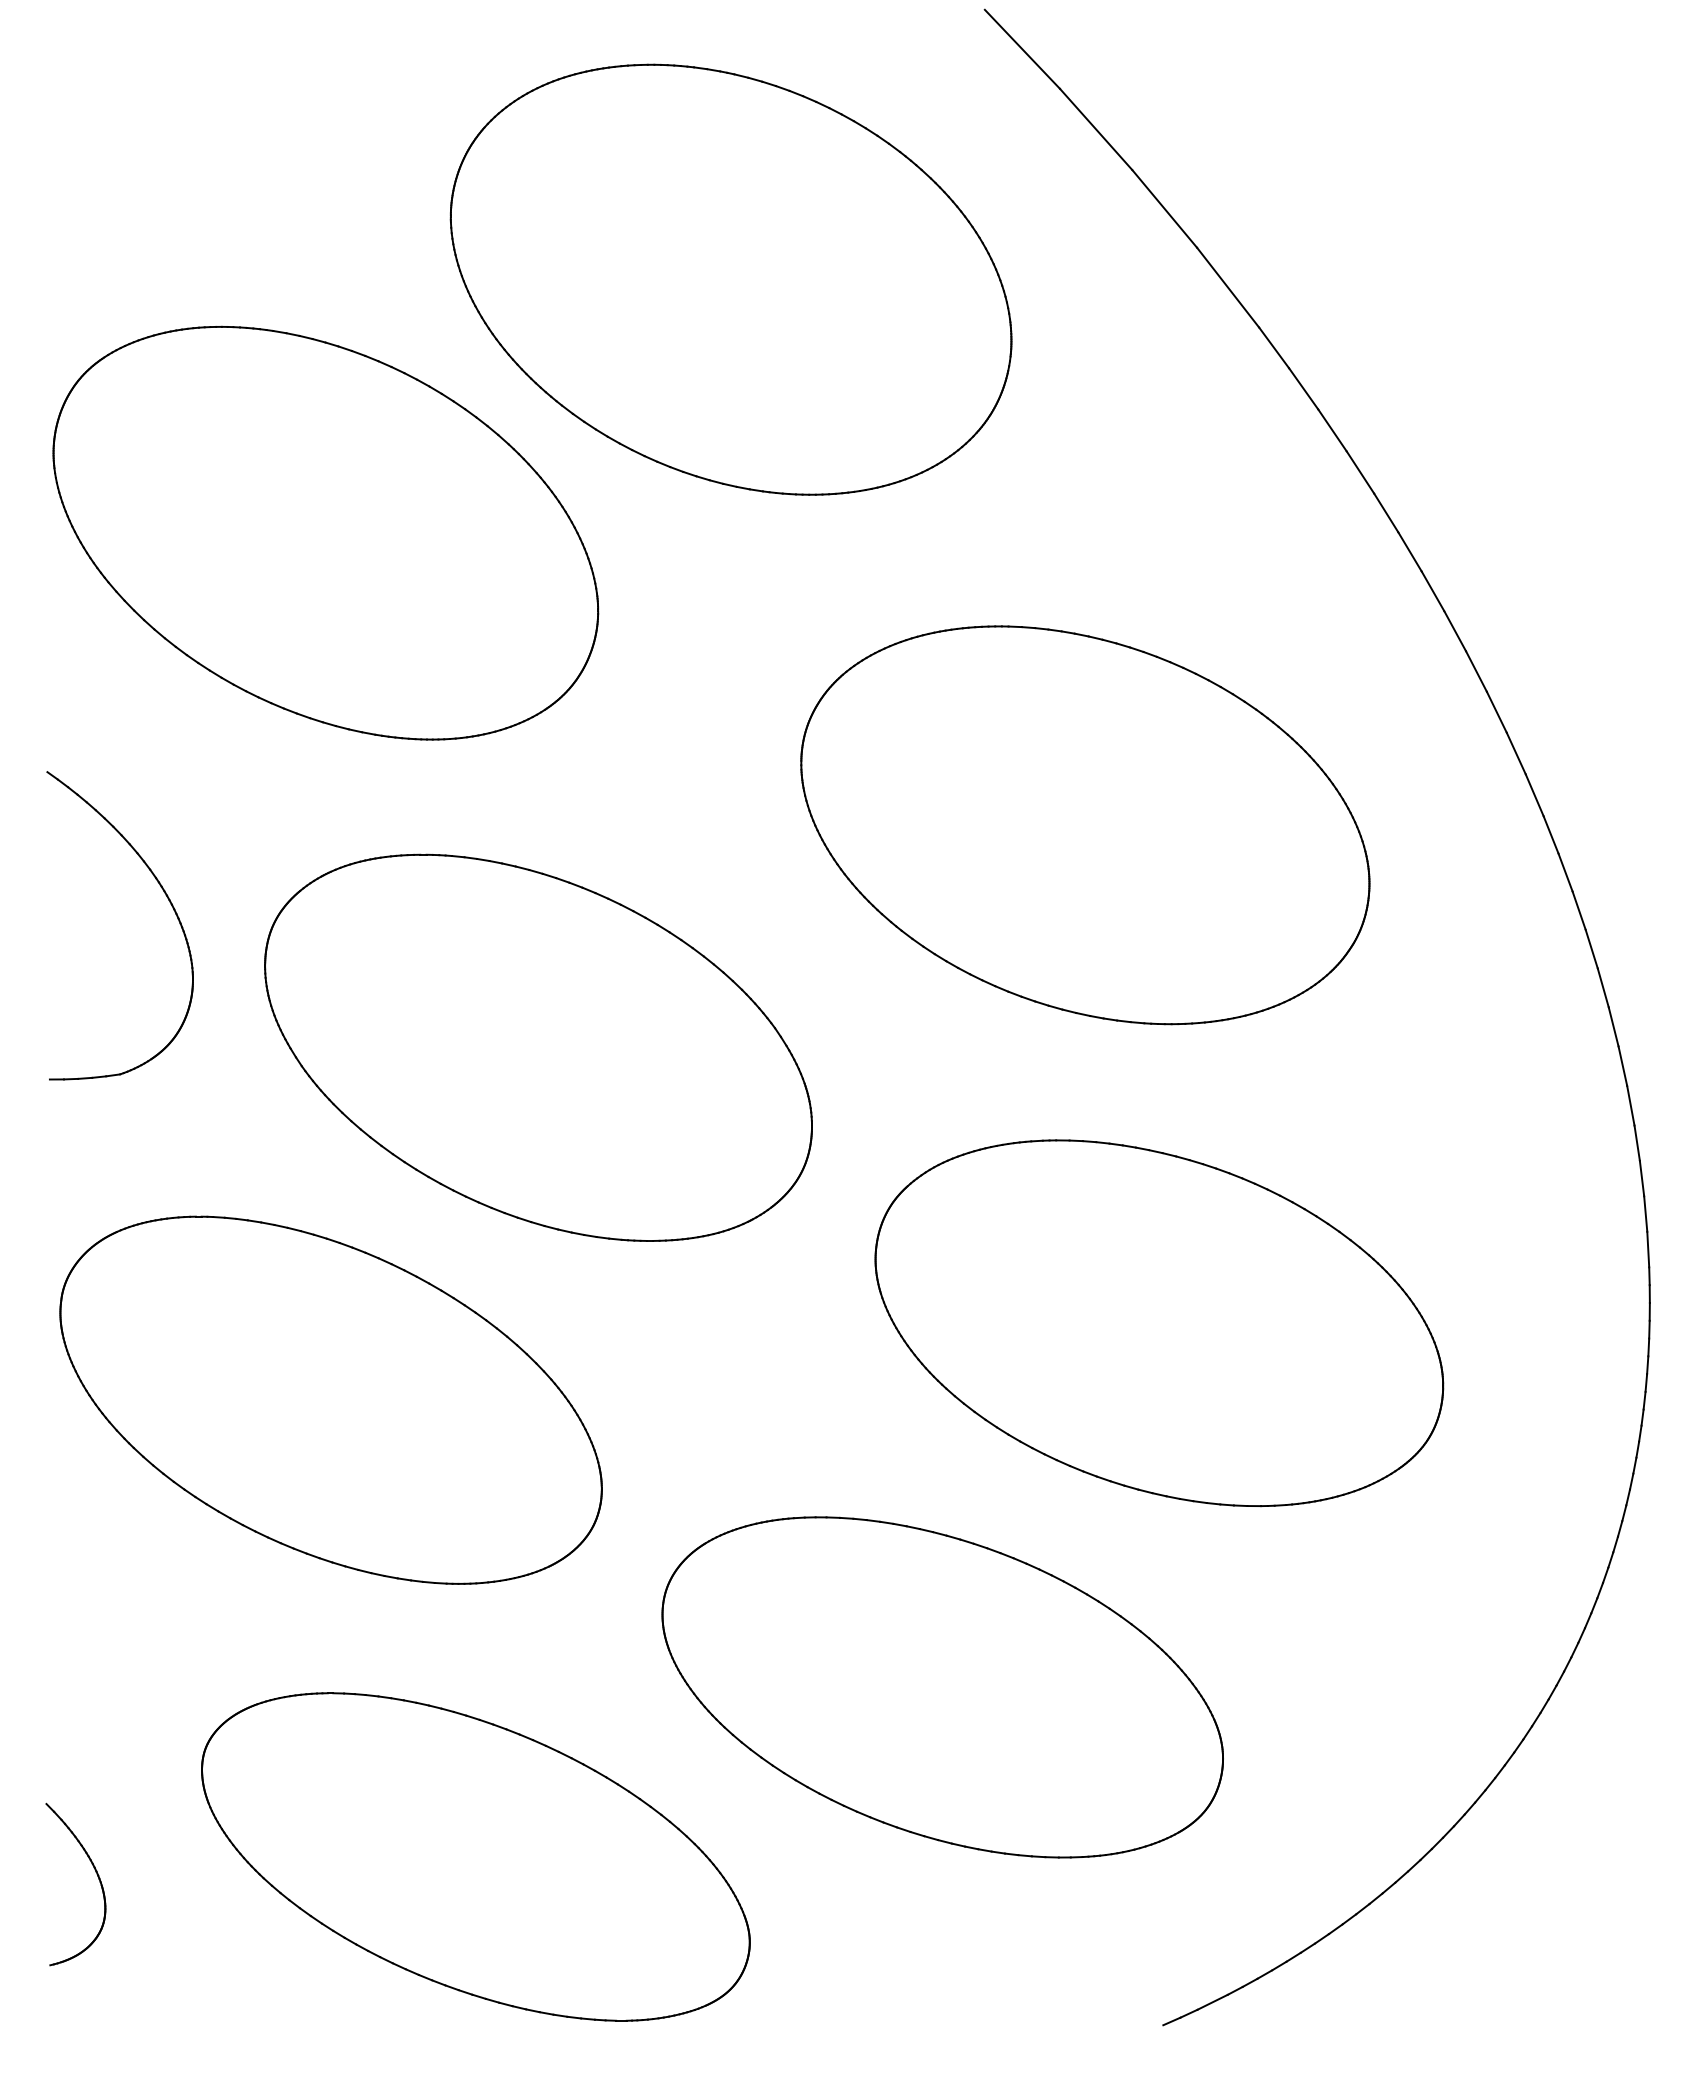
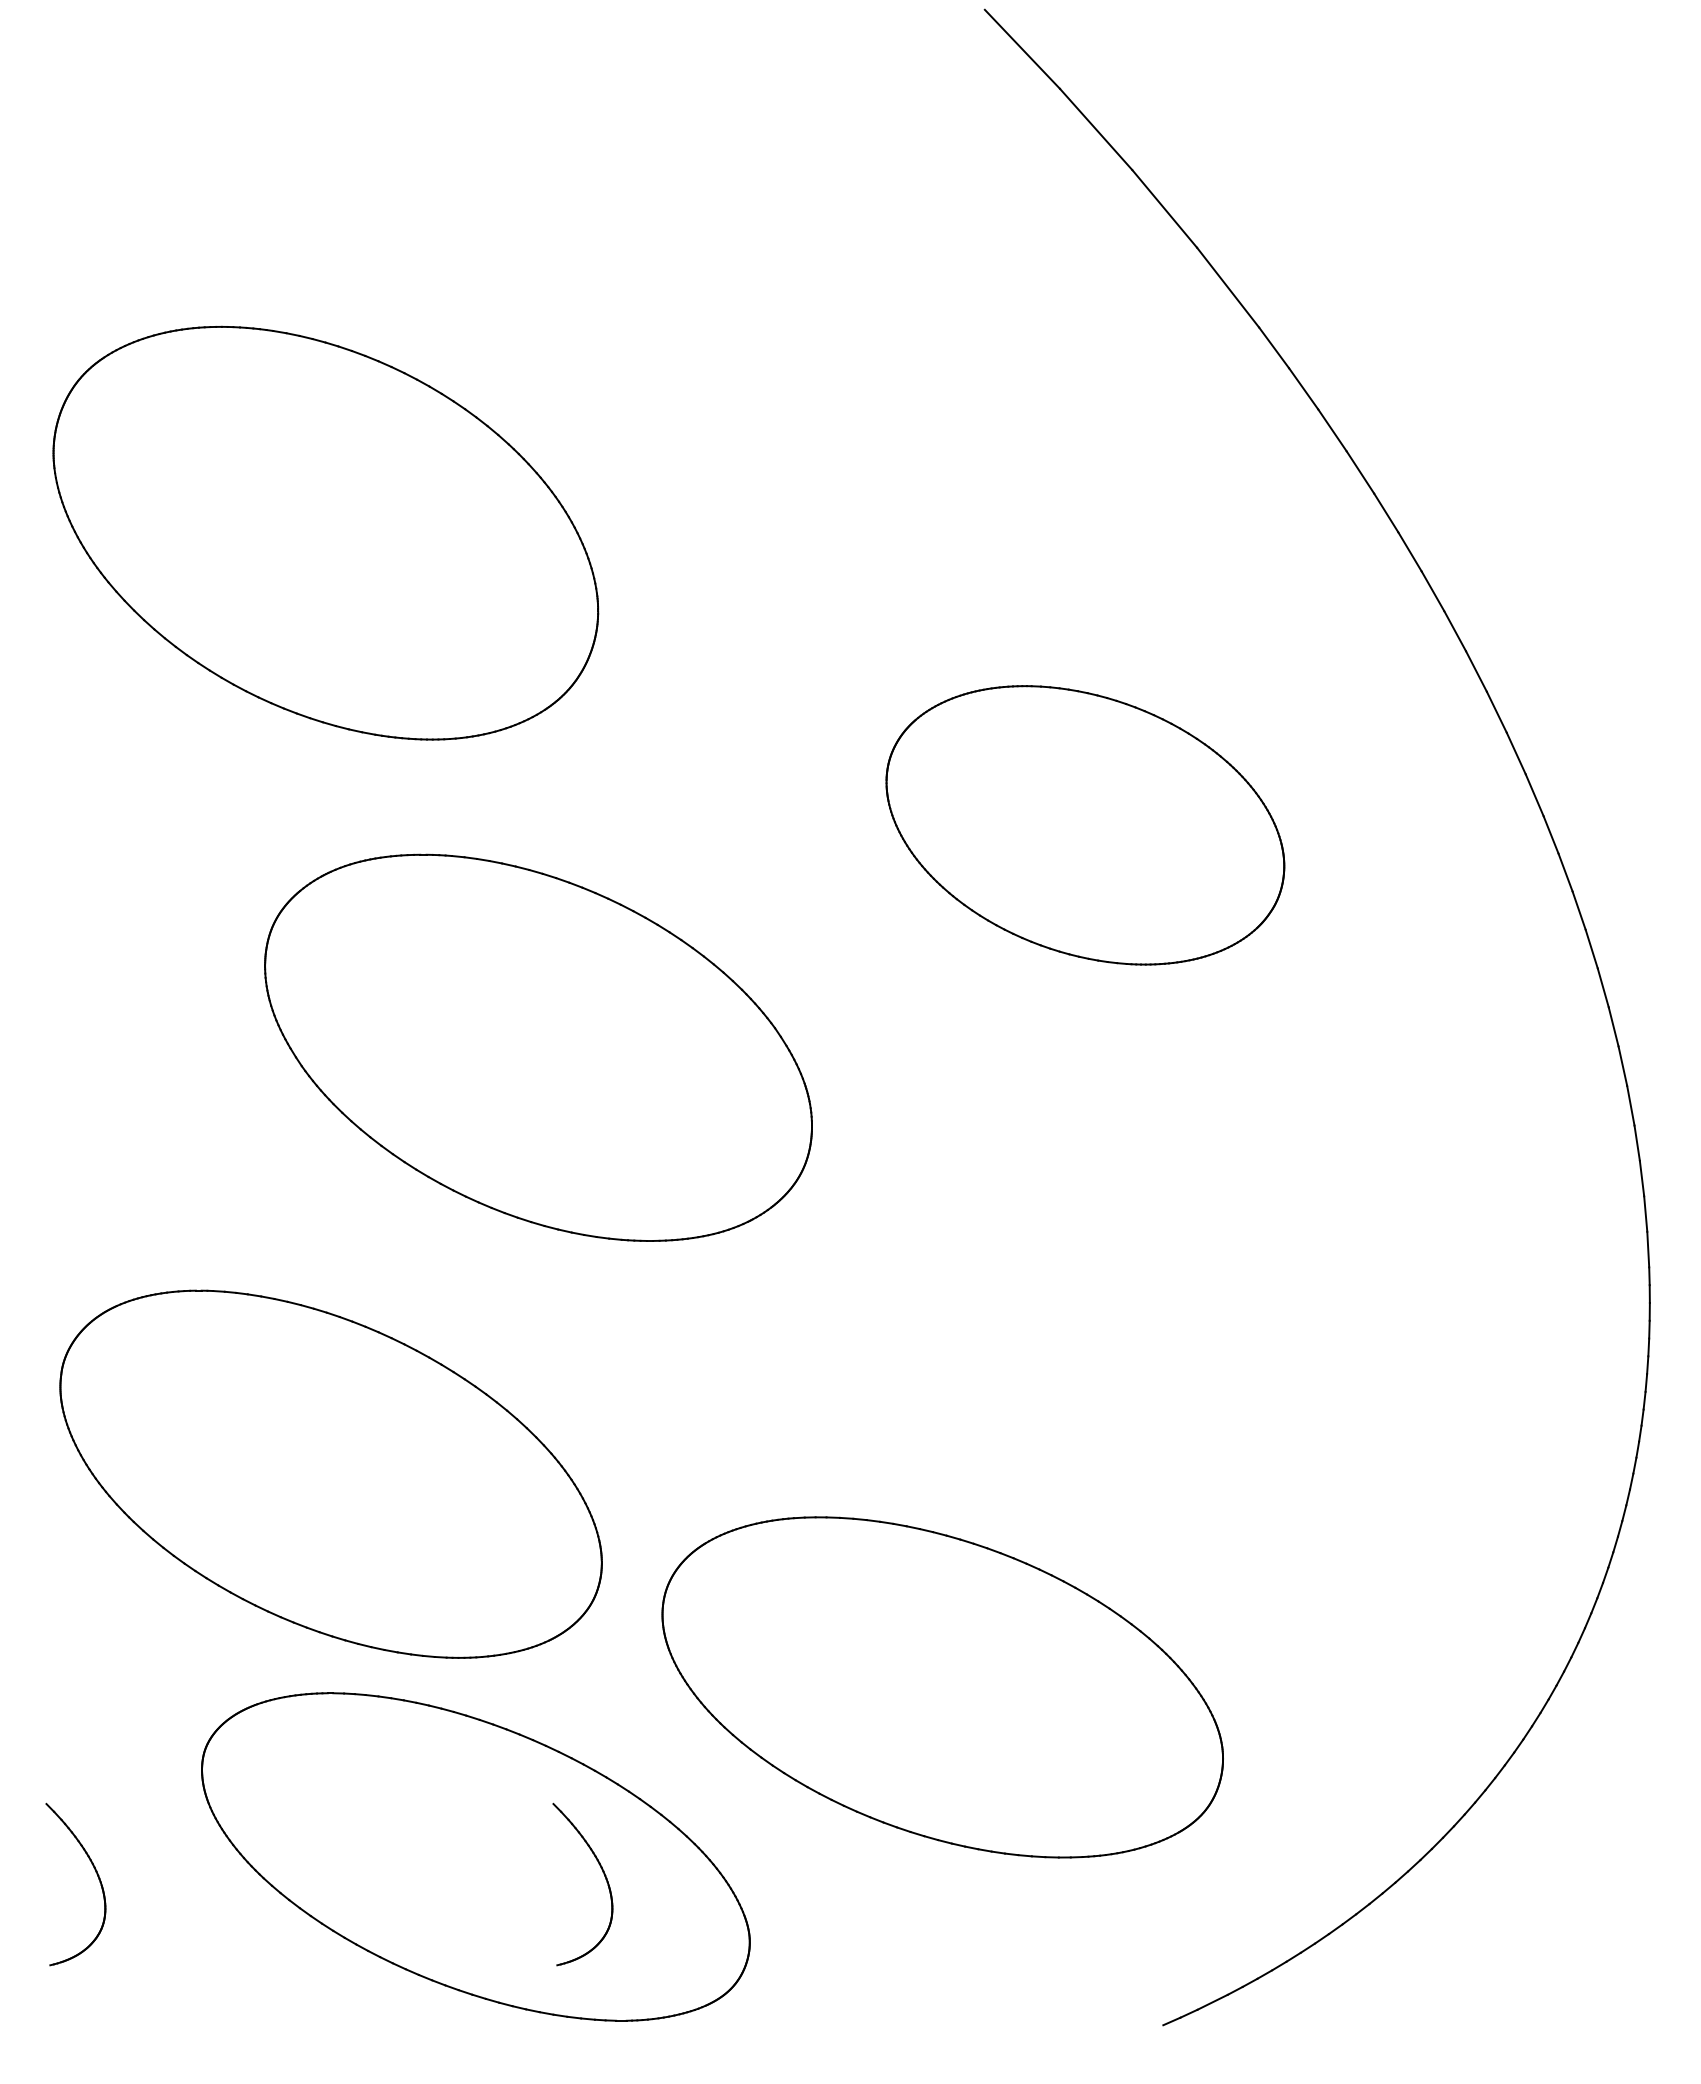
part at (730, 279): present -> none
part at (1085, 825) size: 571x401 px -> 401x281 px
part at (165, 895): present -> none
part at (1159, 1323): present -> none
part at (330, 1399) position: (330, 1399) -> (330, 1473)
part at (603, 1874): none -> present
